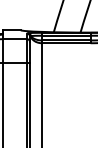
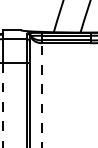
line at (42, 95): solid -> dashed
line at (2, 106): solid -> dashed
